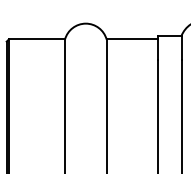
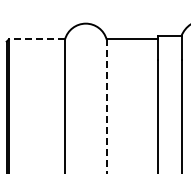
line at (36, 39): solid -> dashed
line at (106, 107): solid -> dashed
